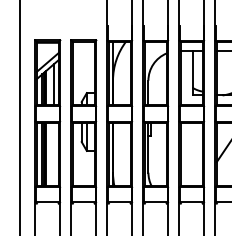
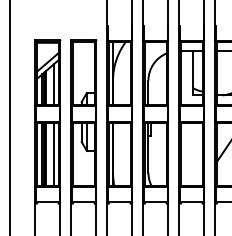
line at (19, 117) position: (19, 117) -> (9, 117)
line at (54, 153): none -> present
